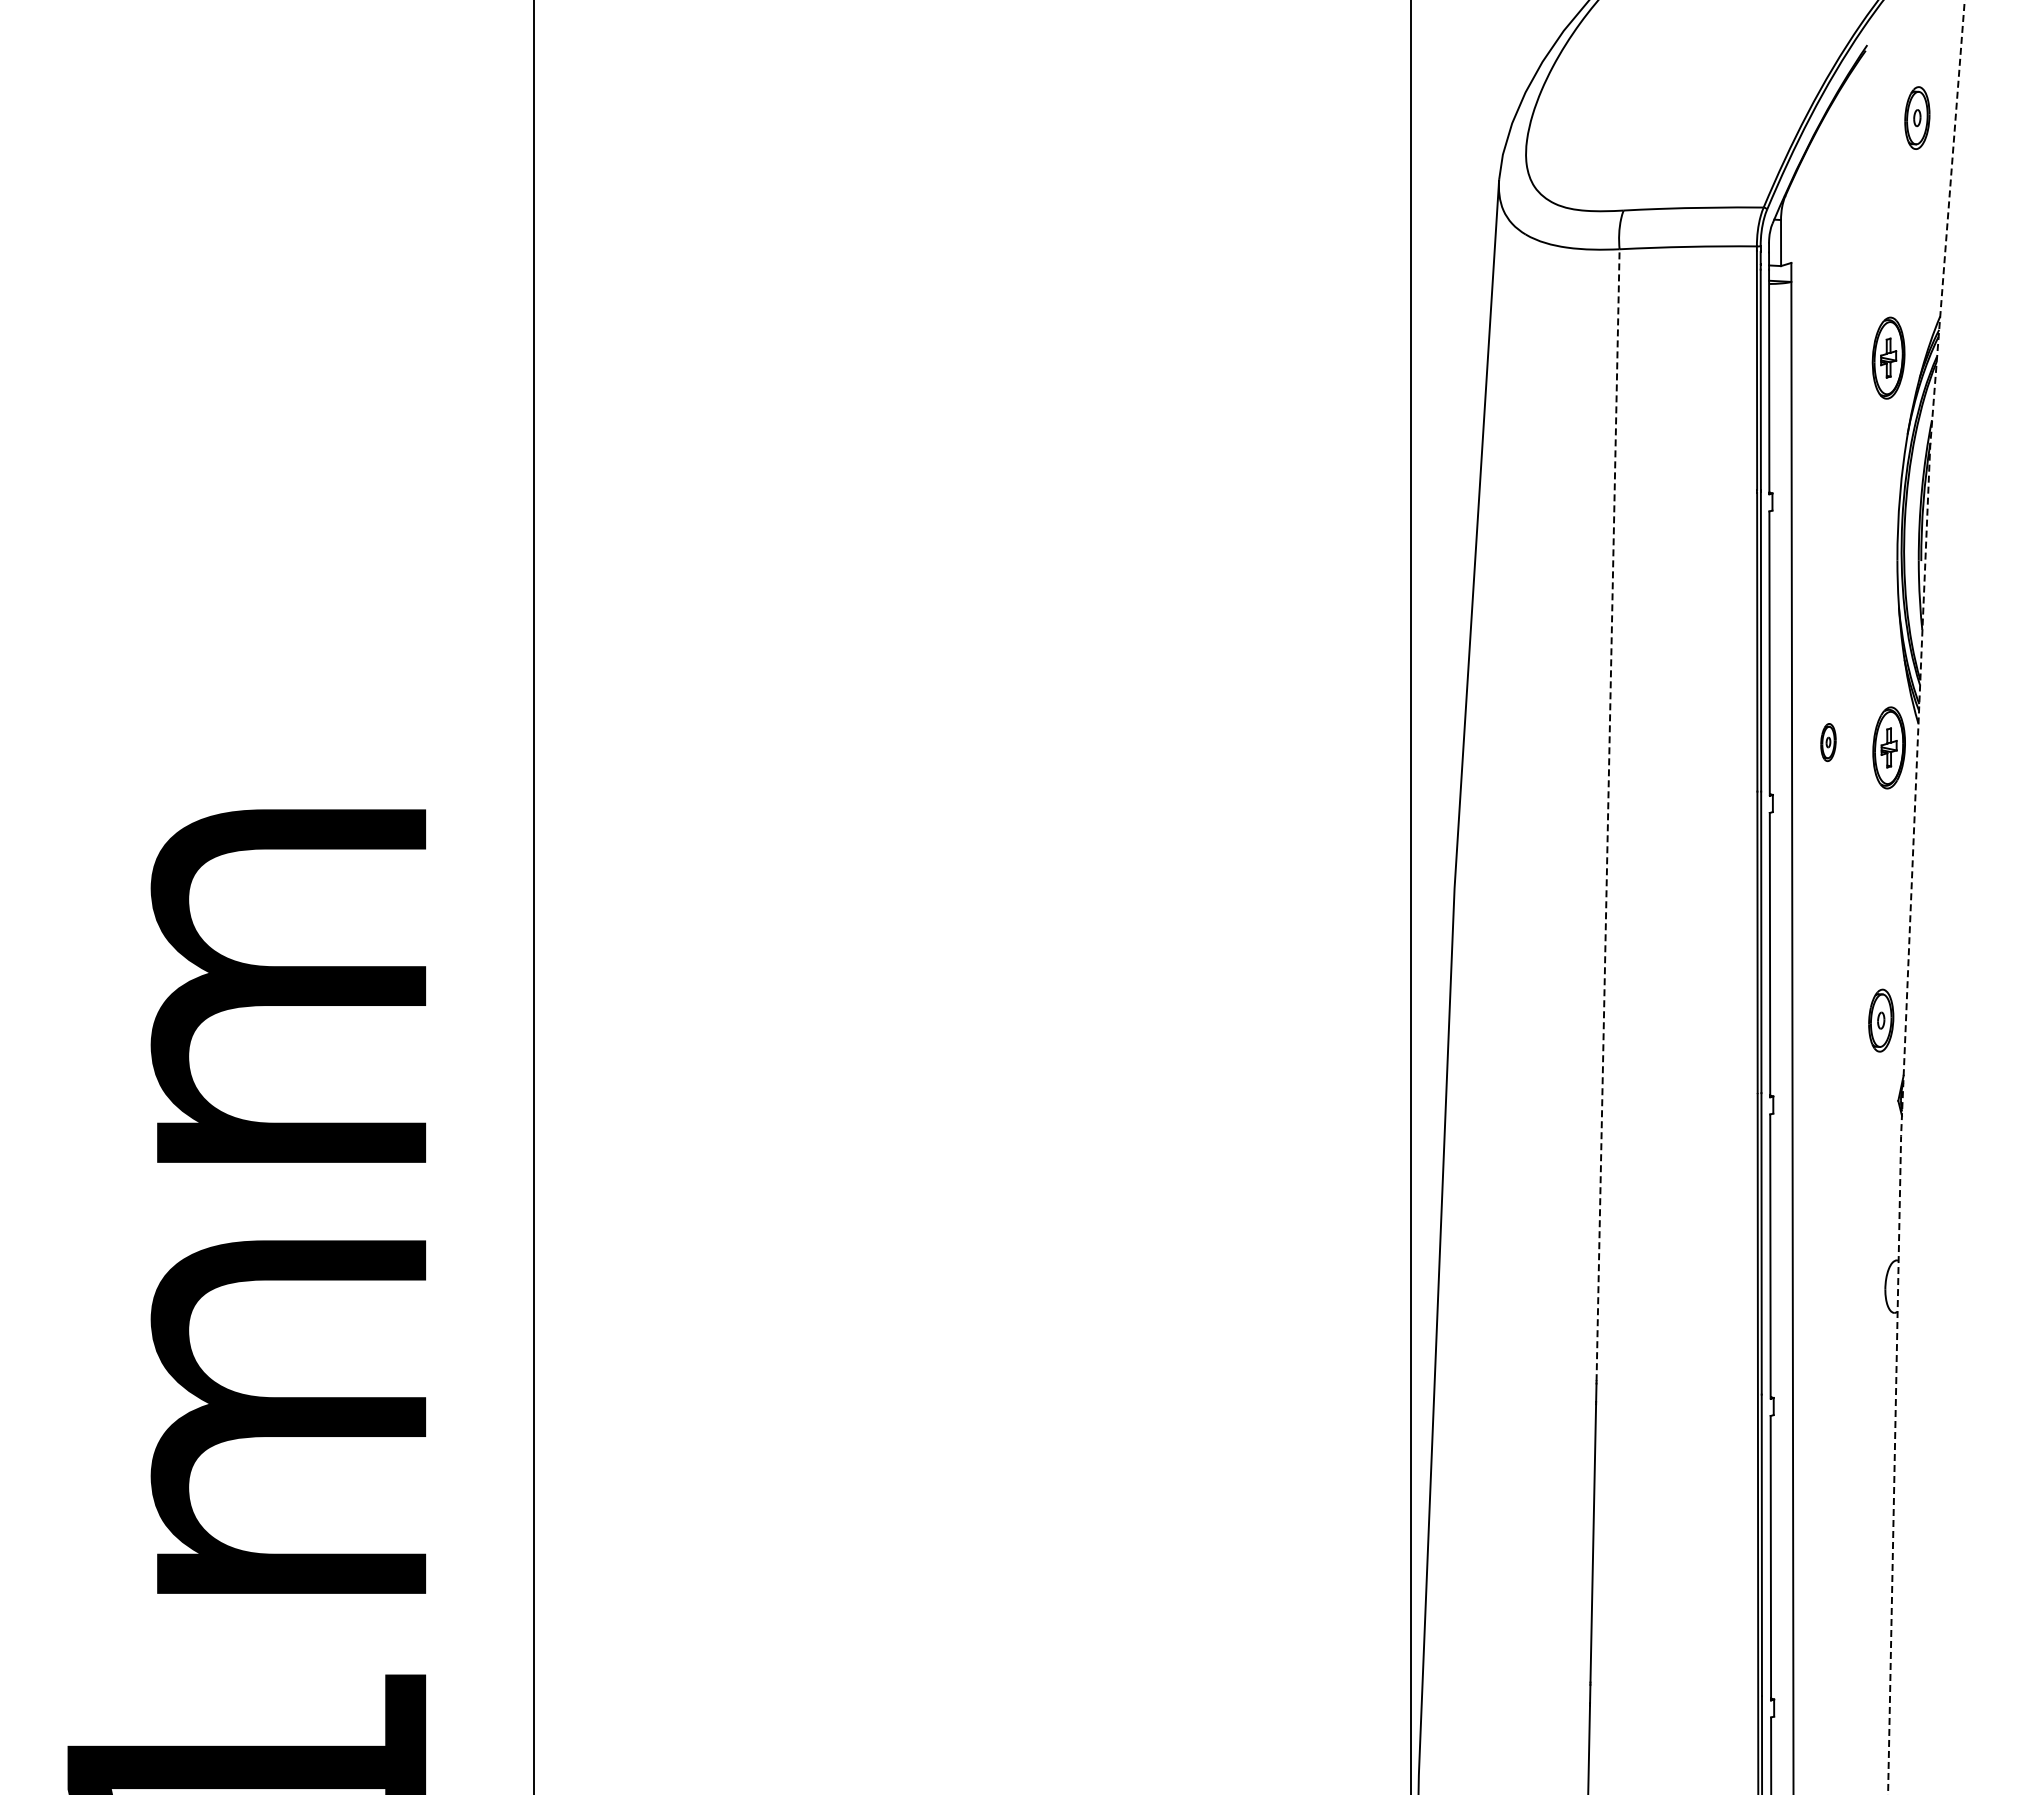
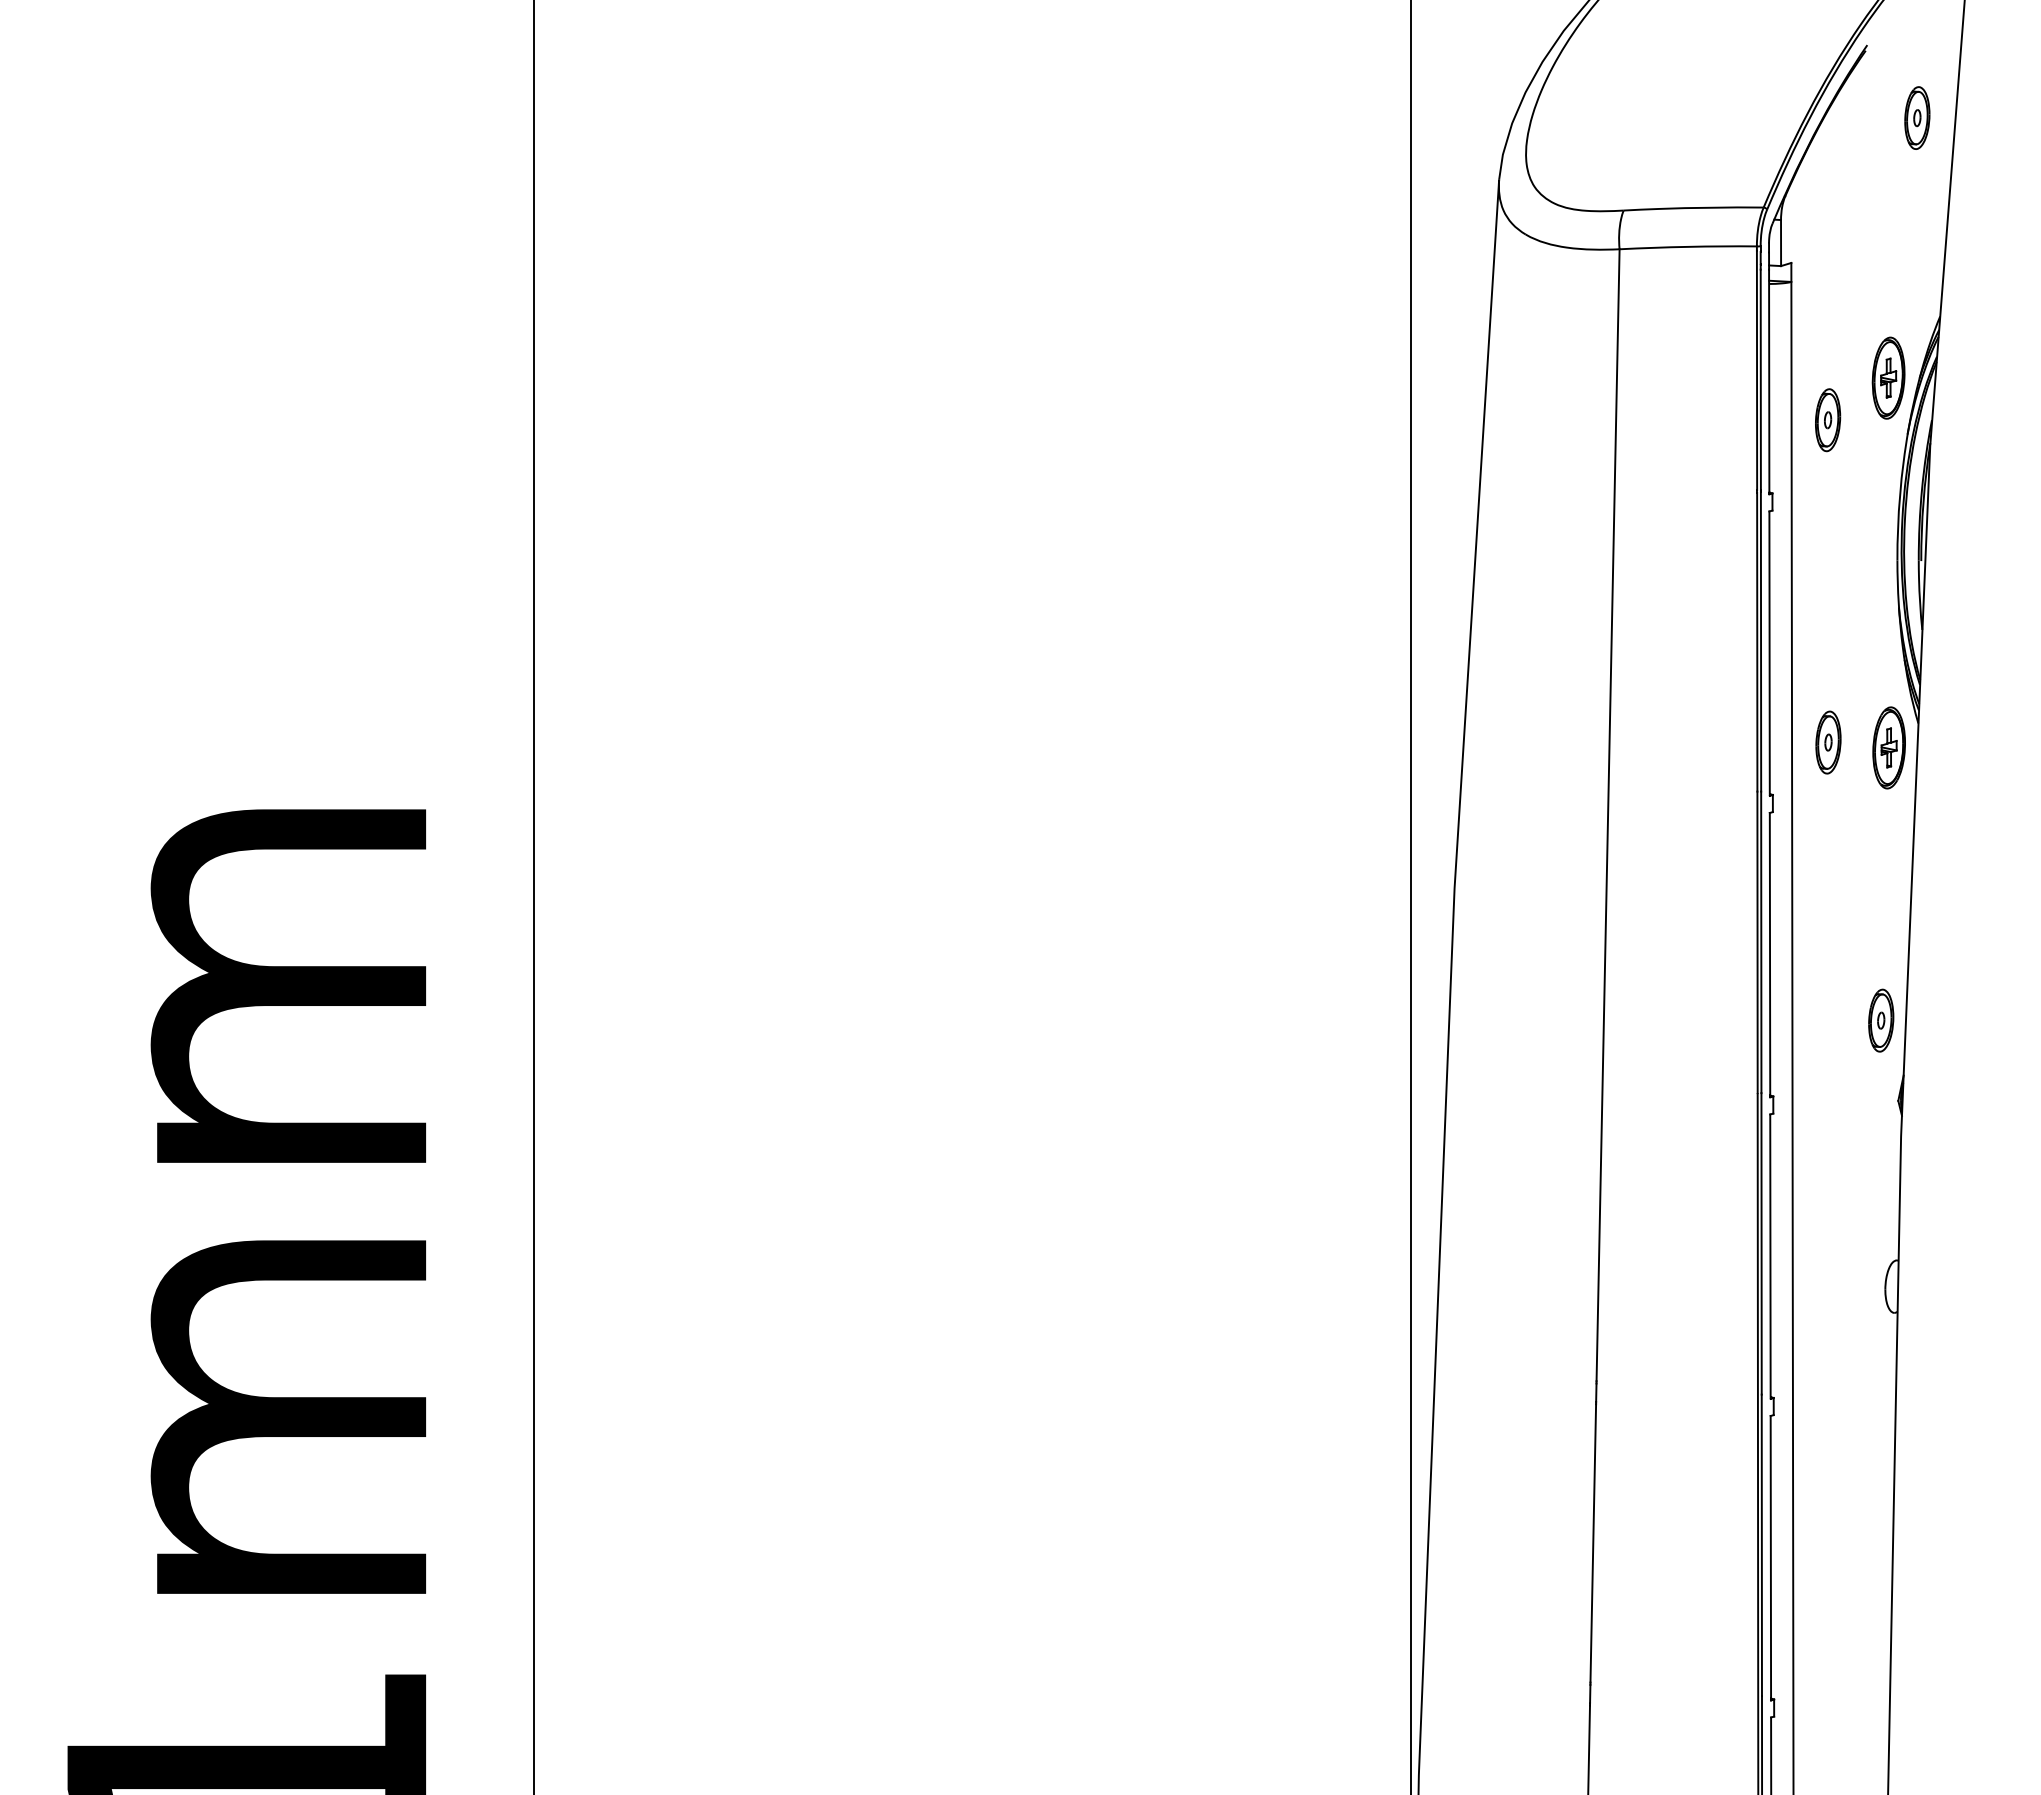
part at (1888, 357) position: (1888, 357) -> (1888, 377)
part at (1828, 420): none -> present
part at (1828, 742) size: 17x40 px -> 27x65 px
line at (1608, 814): dashed -> solid
line at (1911, 896): dashed -> solid
